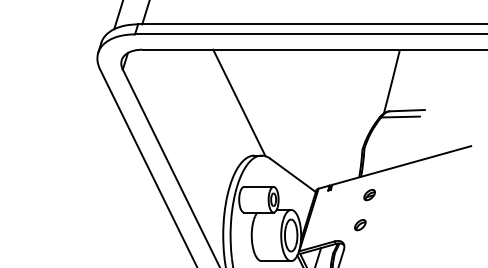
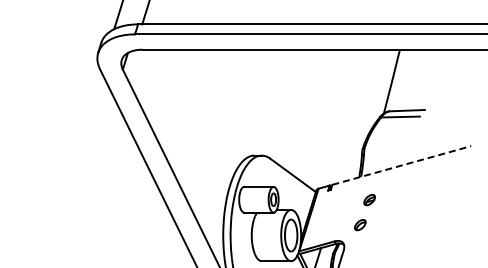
line at (239, 102): present -> none
line at (402, 165): solid -> dashed
part at (369, 195) position: (369, 195) -> (369, 200)
